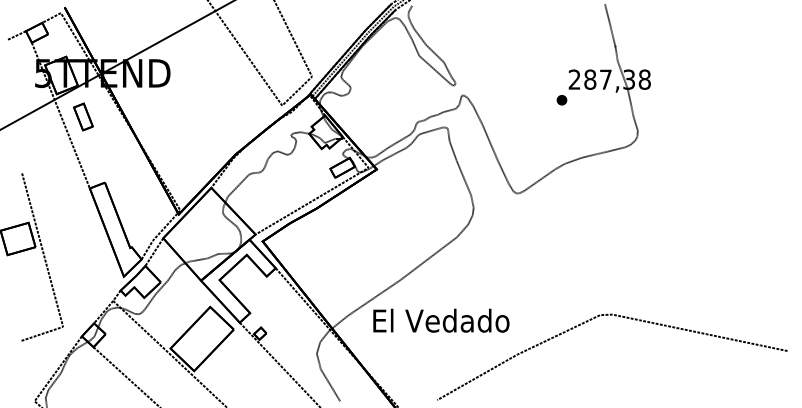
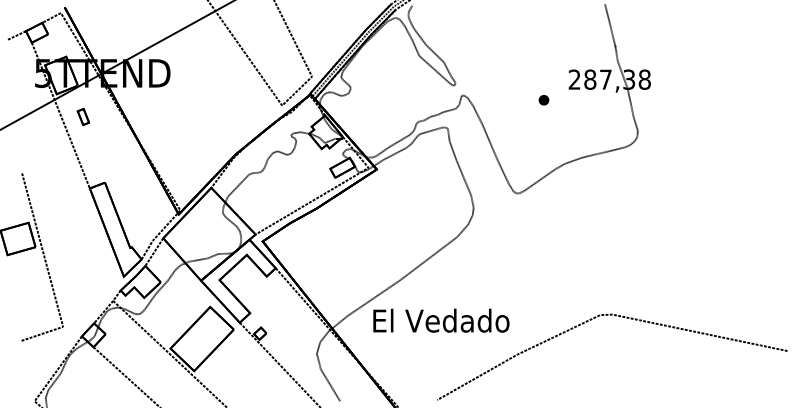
part at (561, 100) position: (561, 100) -> (543, 100)
part at (83, 116) size: 21x30 px -> 15x19 px
